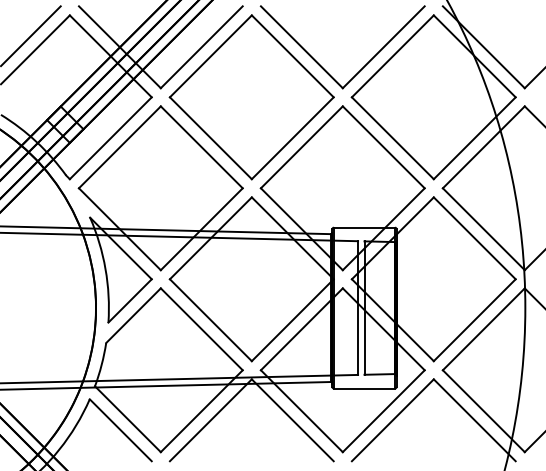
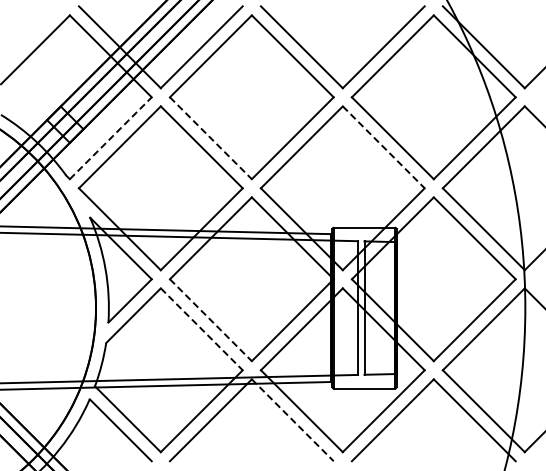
line at (31, 35): present -> none
line at (110, 138): solid -> dashed
line at (210, 138): solid -> dashed
line at (383, 147): solid -> dashed
line at (210, 320): solid -> dashed
line at (201, 329): solid -> dashed
line at (292, 420): solid -> dashed
